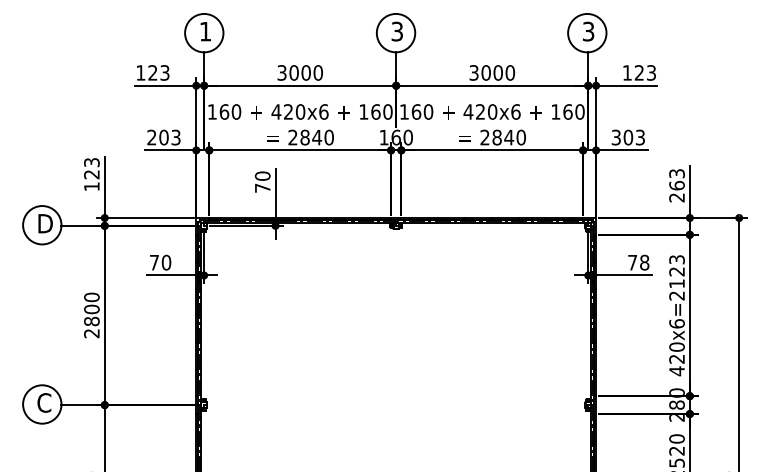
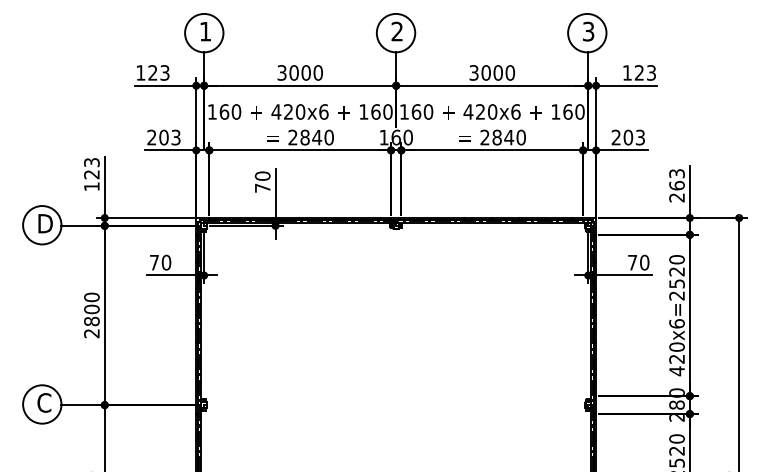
text at (396, 31): 3 -> 2
text at (615, 137): 303 -> 203
text at (644, 262): 78 -> 70
text at (676, 271): 420x6=2123 -> 420x6=2520
